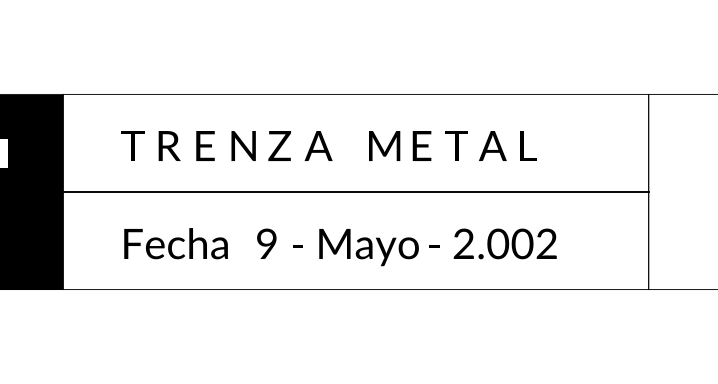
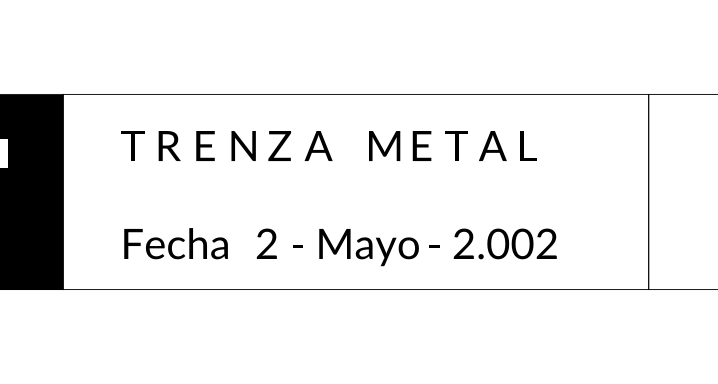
line at (355, 191): present -> none
text at (266, 243): 9 -> 2
